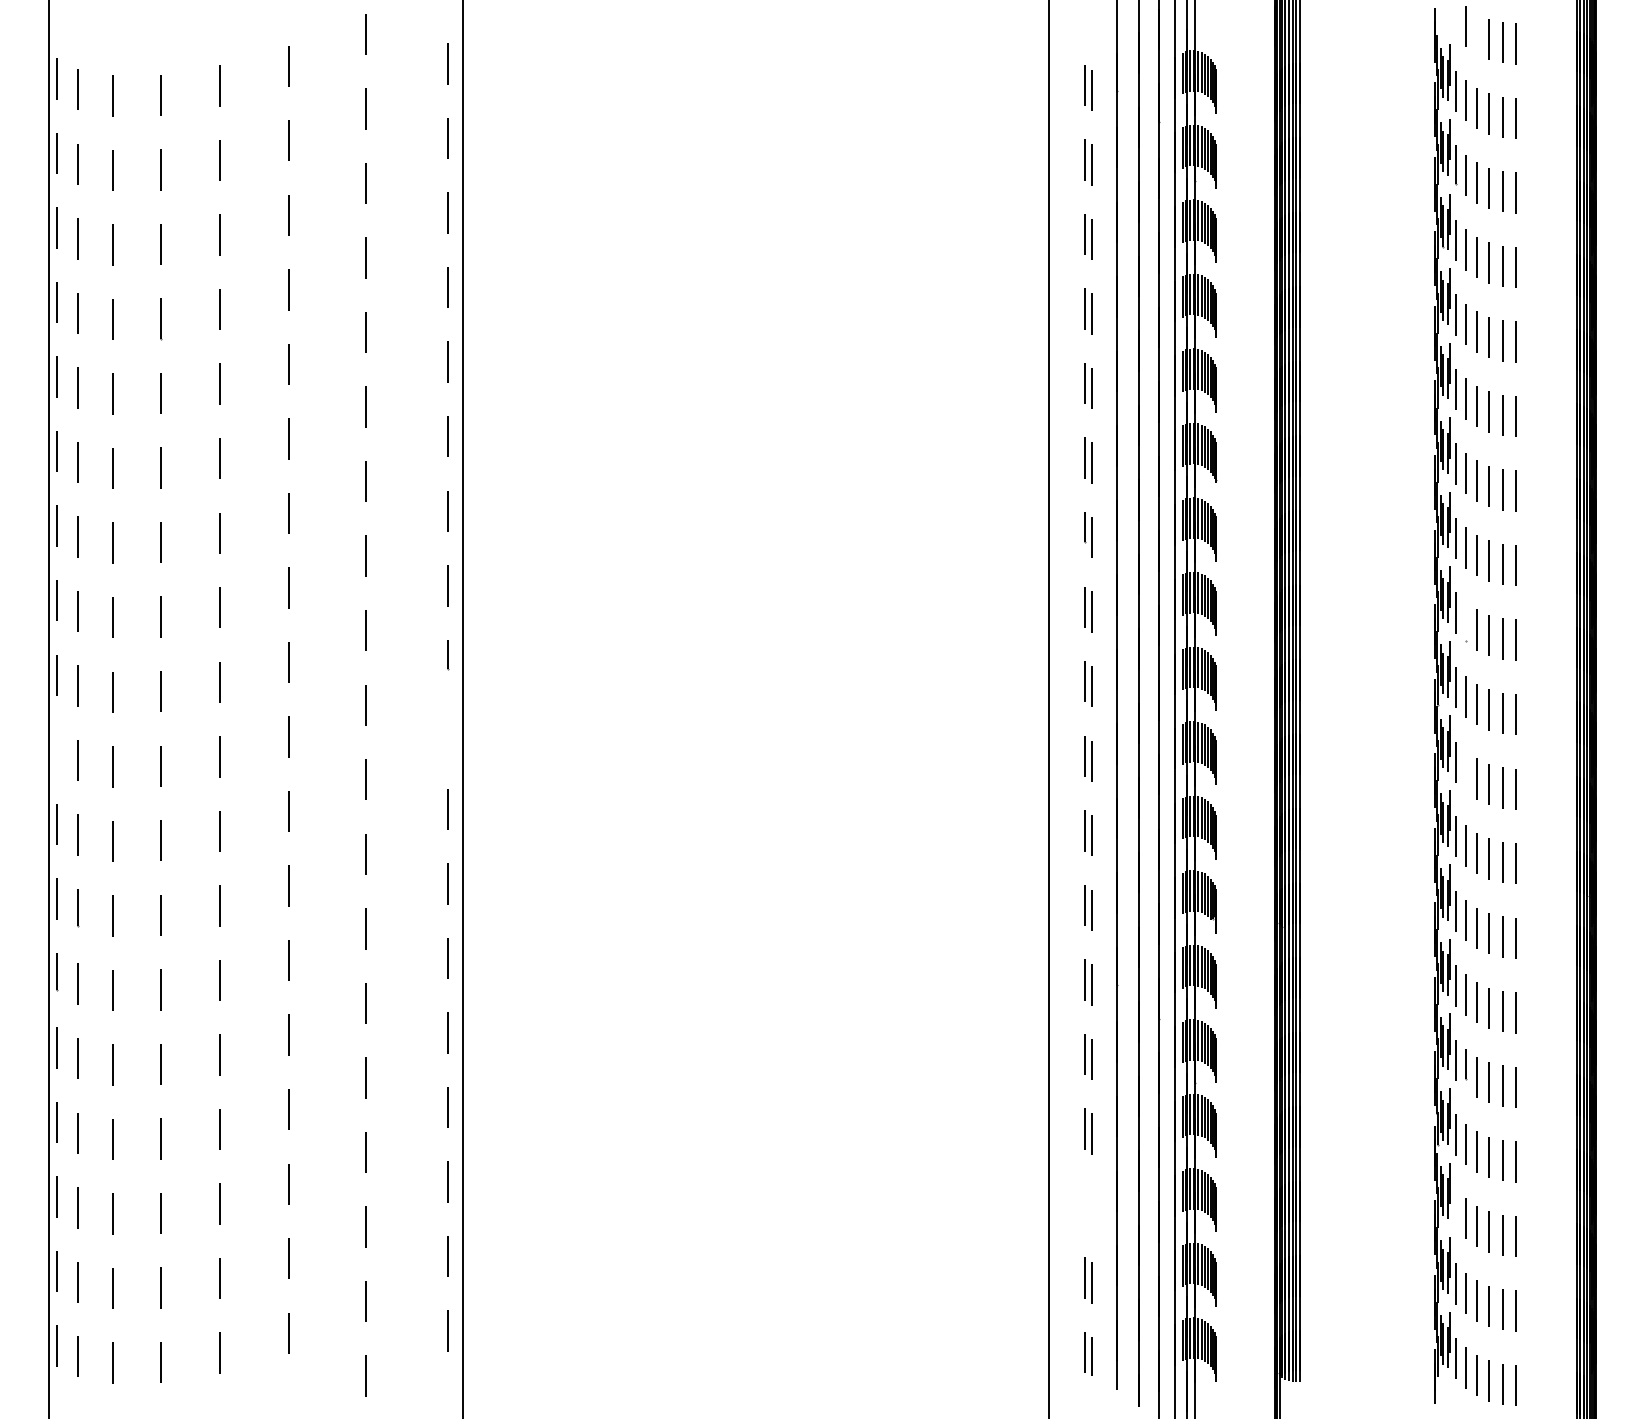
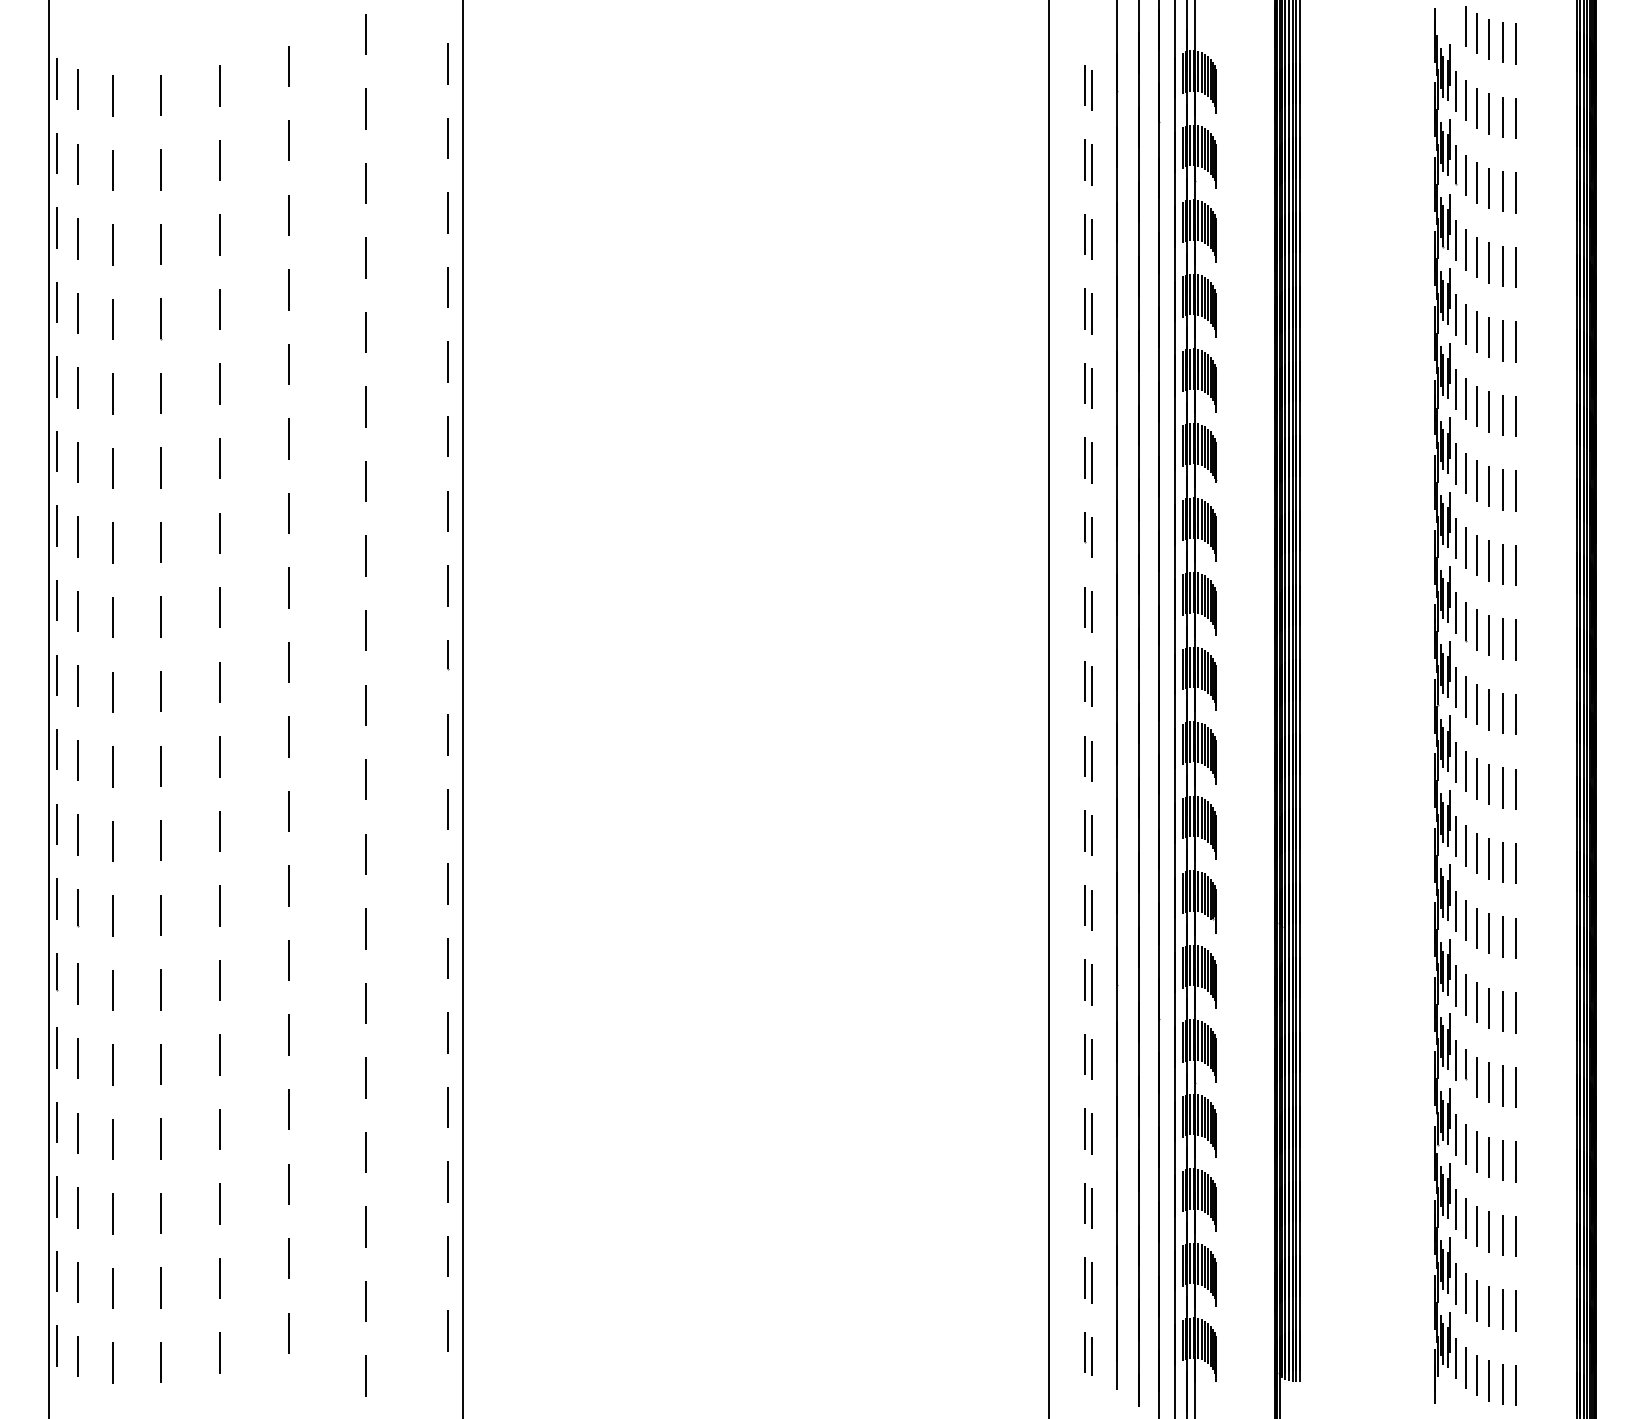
line at (1476, 33): none -> present
line at (1465, 621): none -> present
line at (448, 734): none -> present
line at (56, 749): none -> present
line at (1465, 771): none -> present
part at (1088, 1205): none -> present
line at (1455, 1209): none -> present
